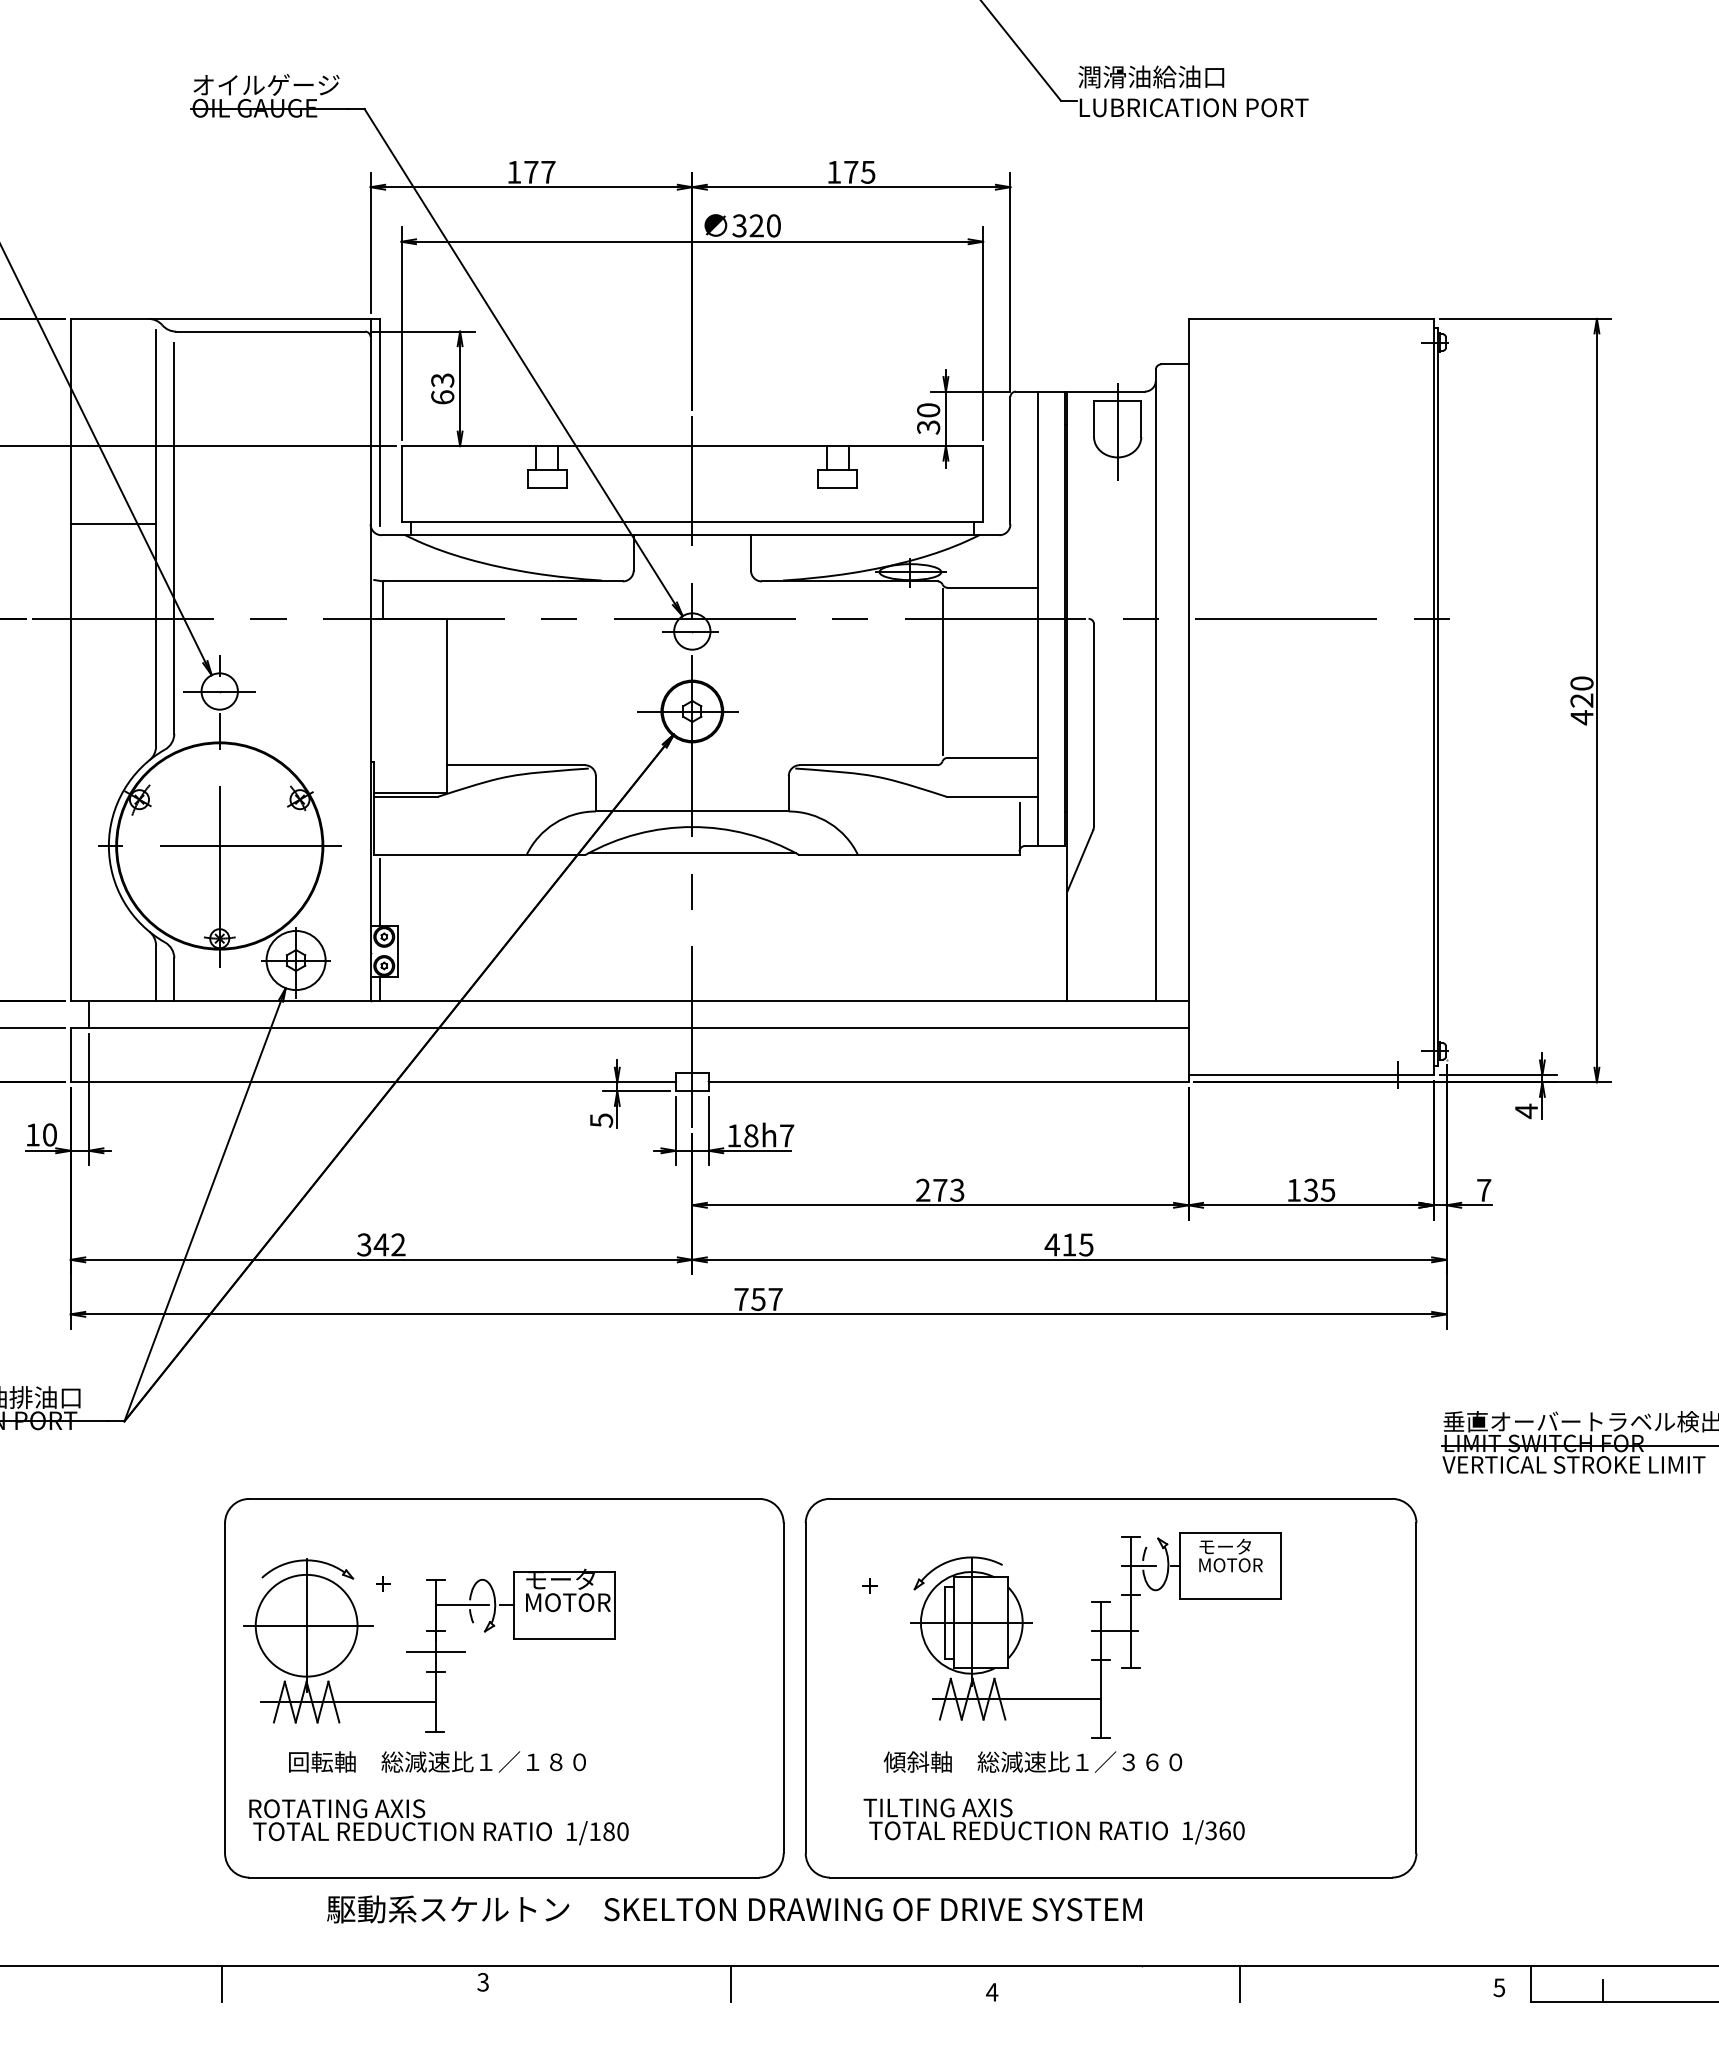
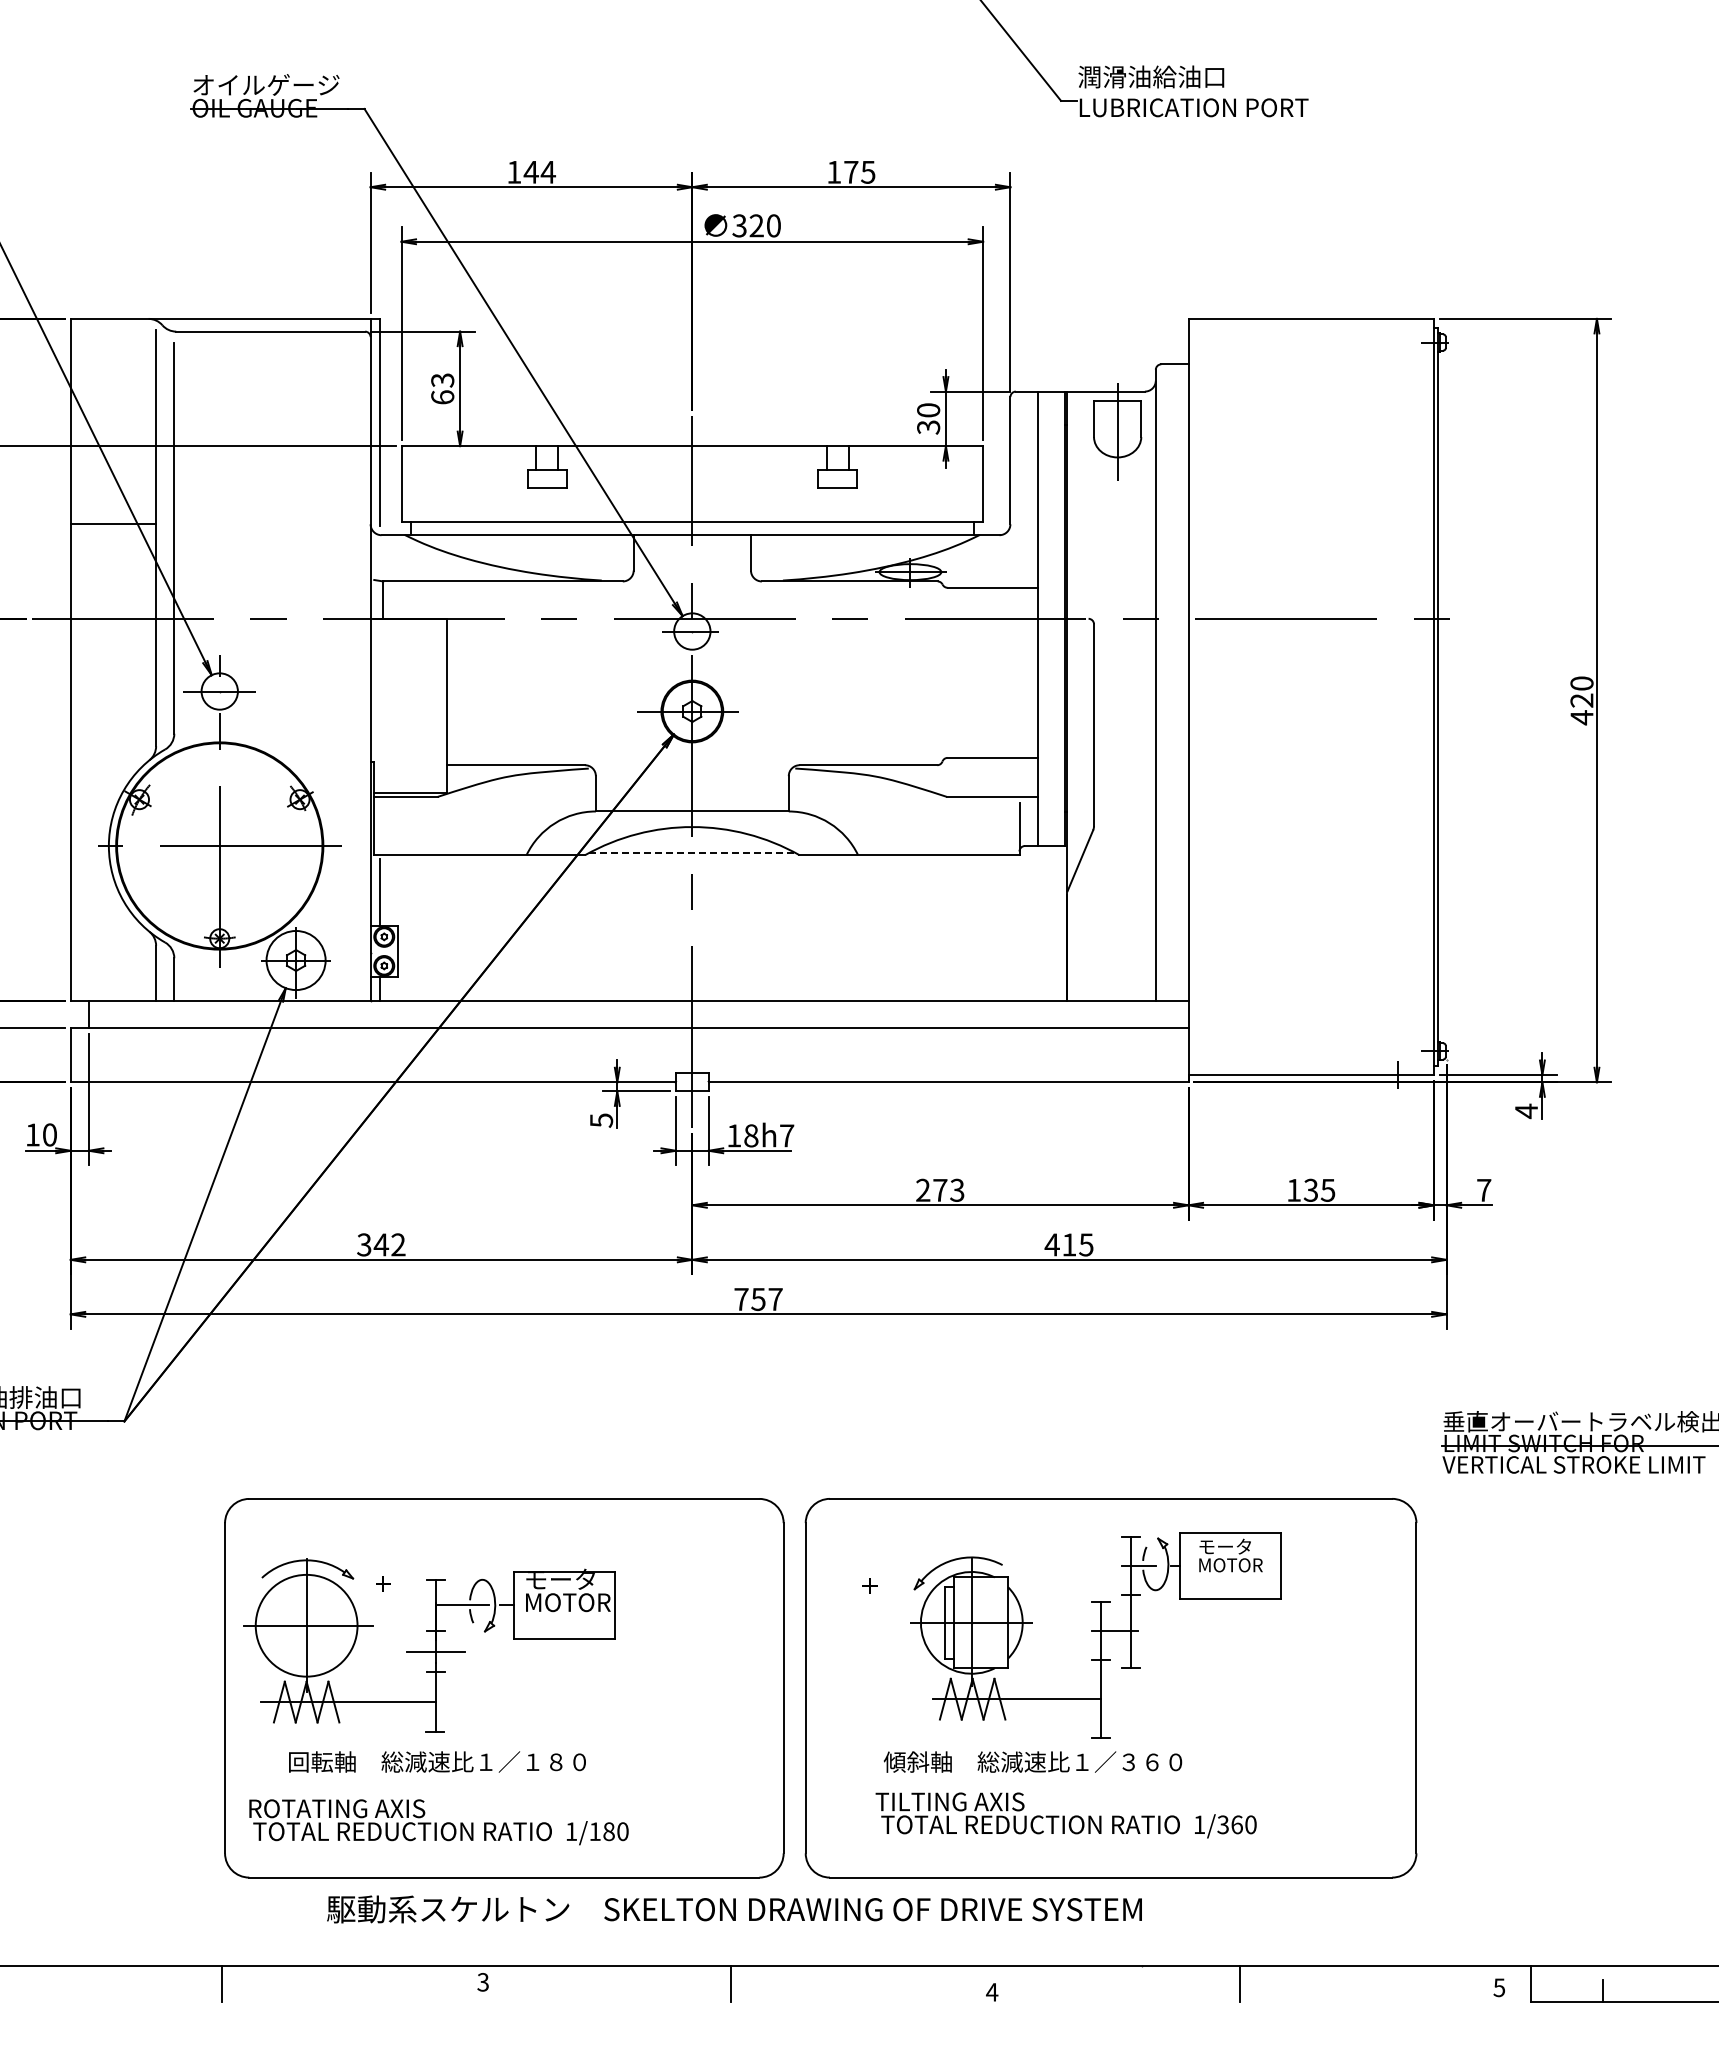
text at (539, 172): 177 -> 144
line at (943, 671): present -> none
line at (692, 853): solid -> dashed
text at (1053, 1821) position: (1053, 1821) -> (1065, 1815)
